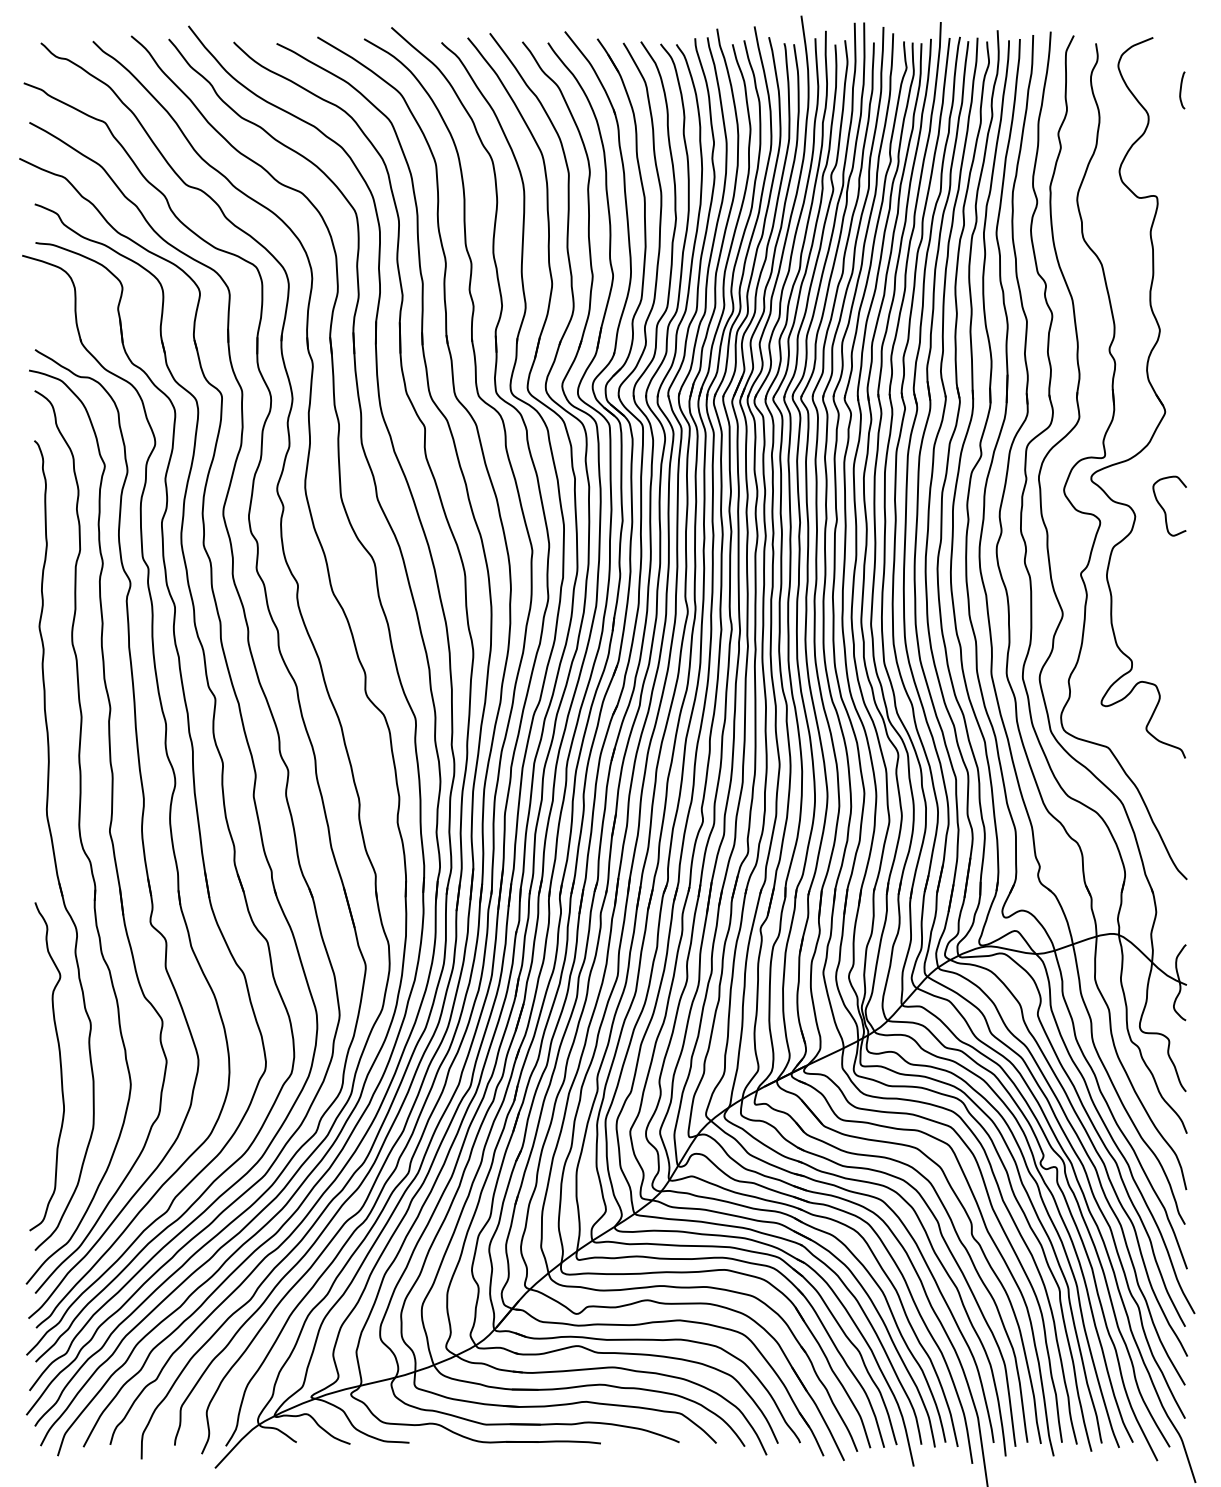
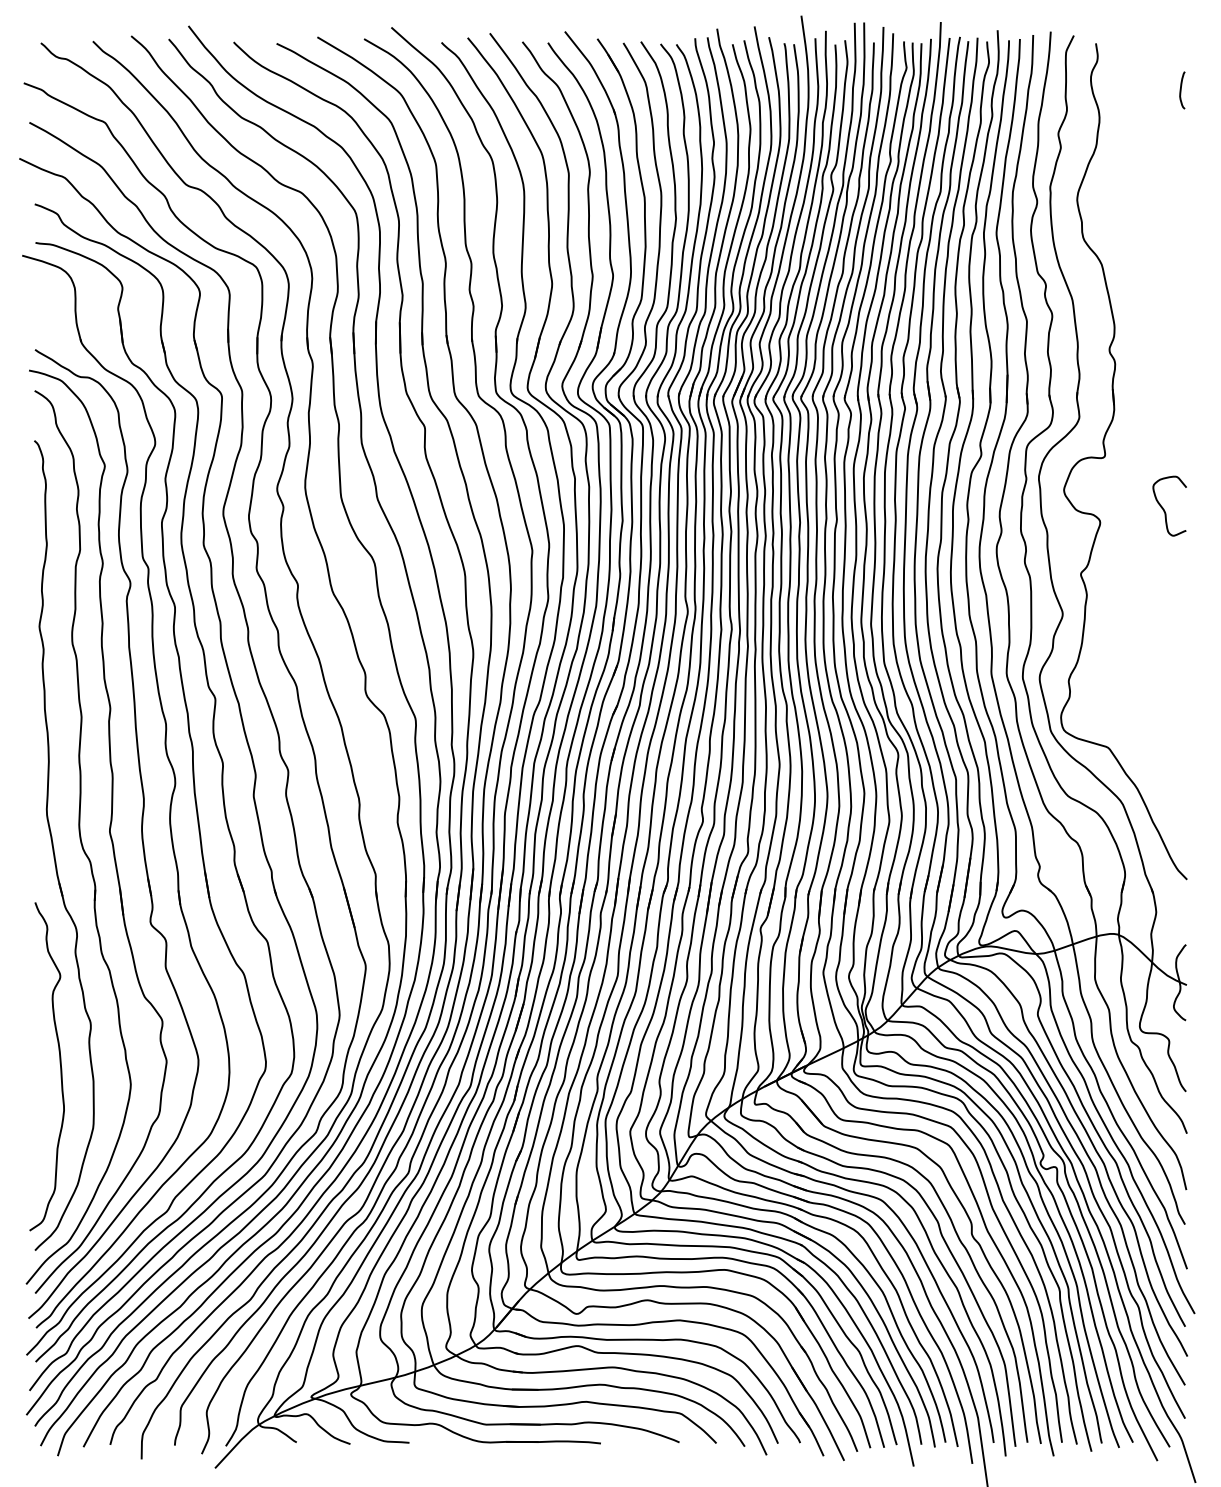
part at (1152, 390): present -> none
